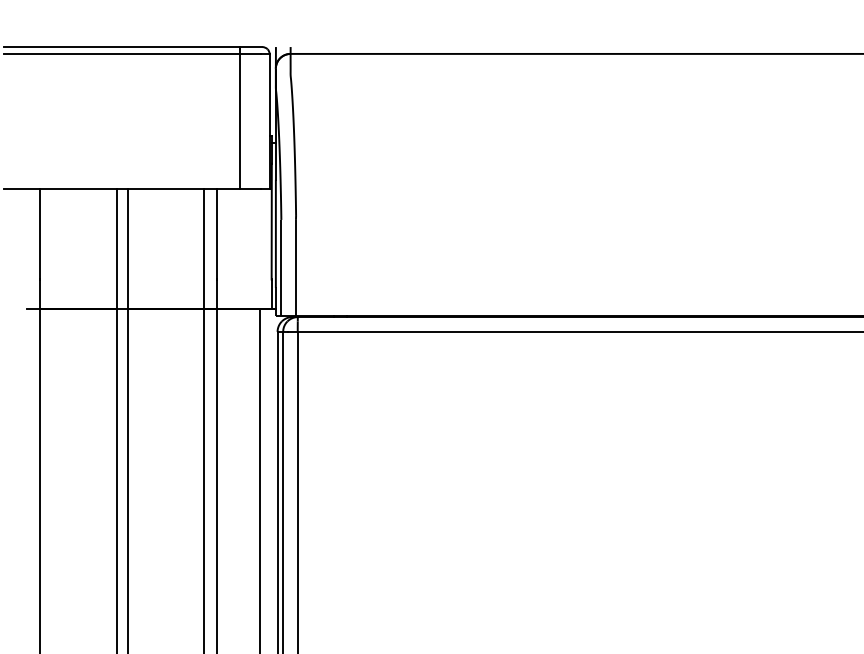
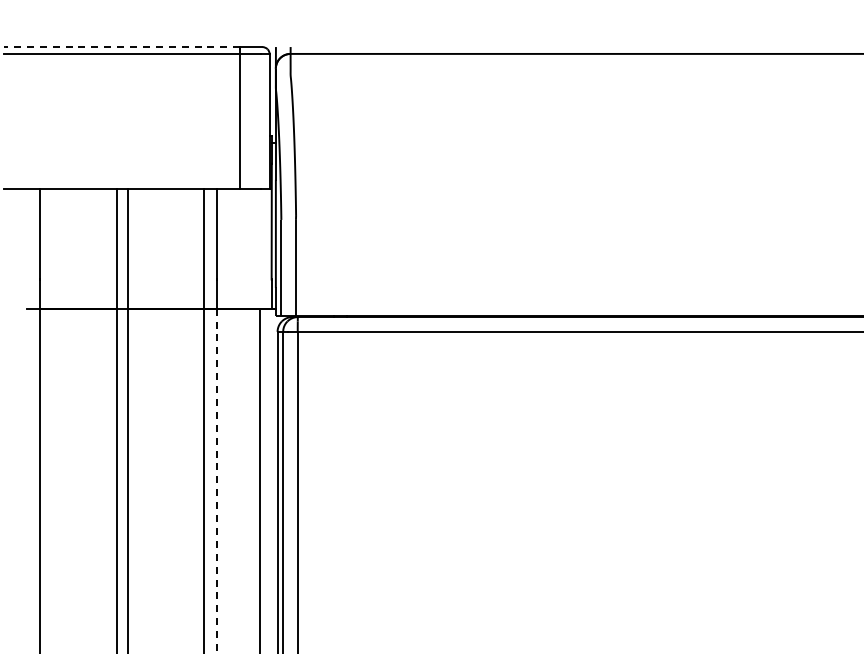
line at (122, 47): solid -> dashed
line at (217, 481): solid -> dashed
